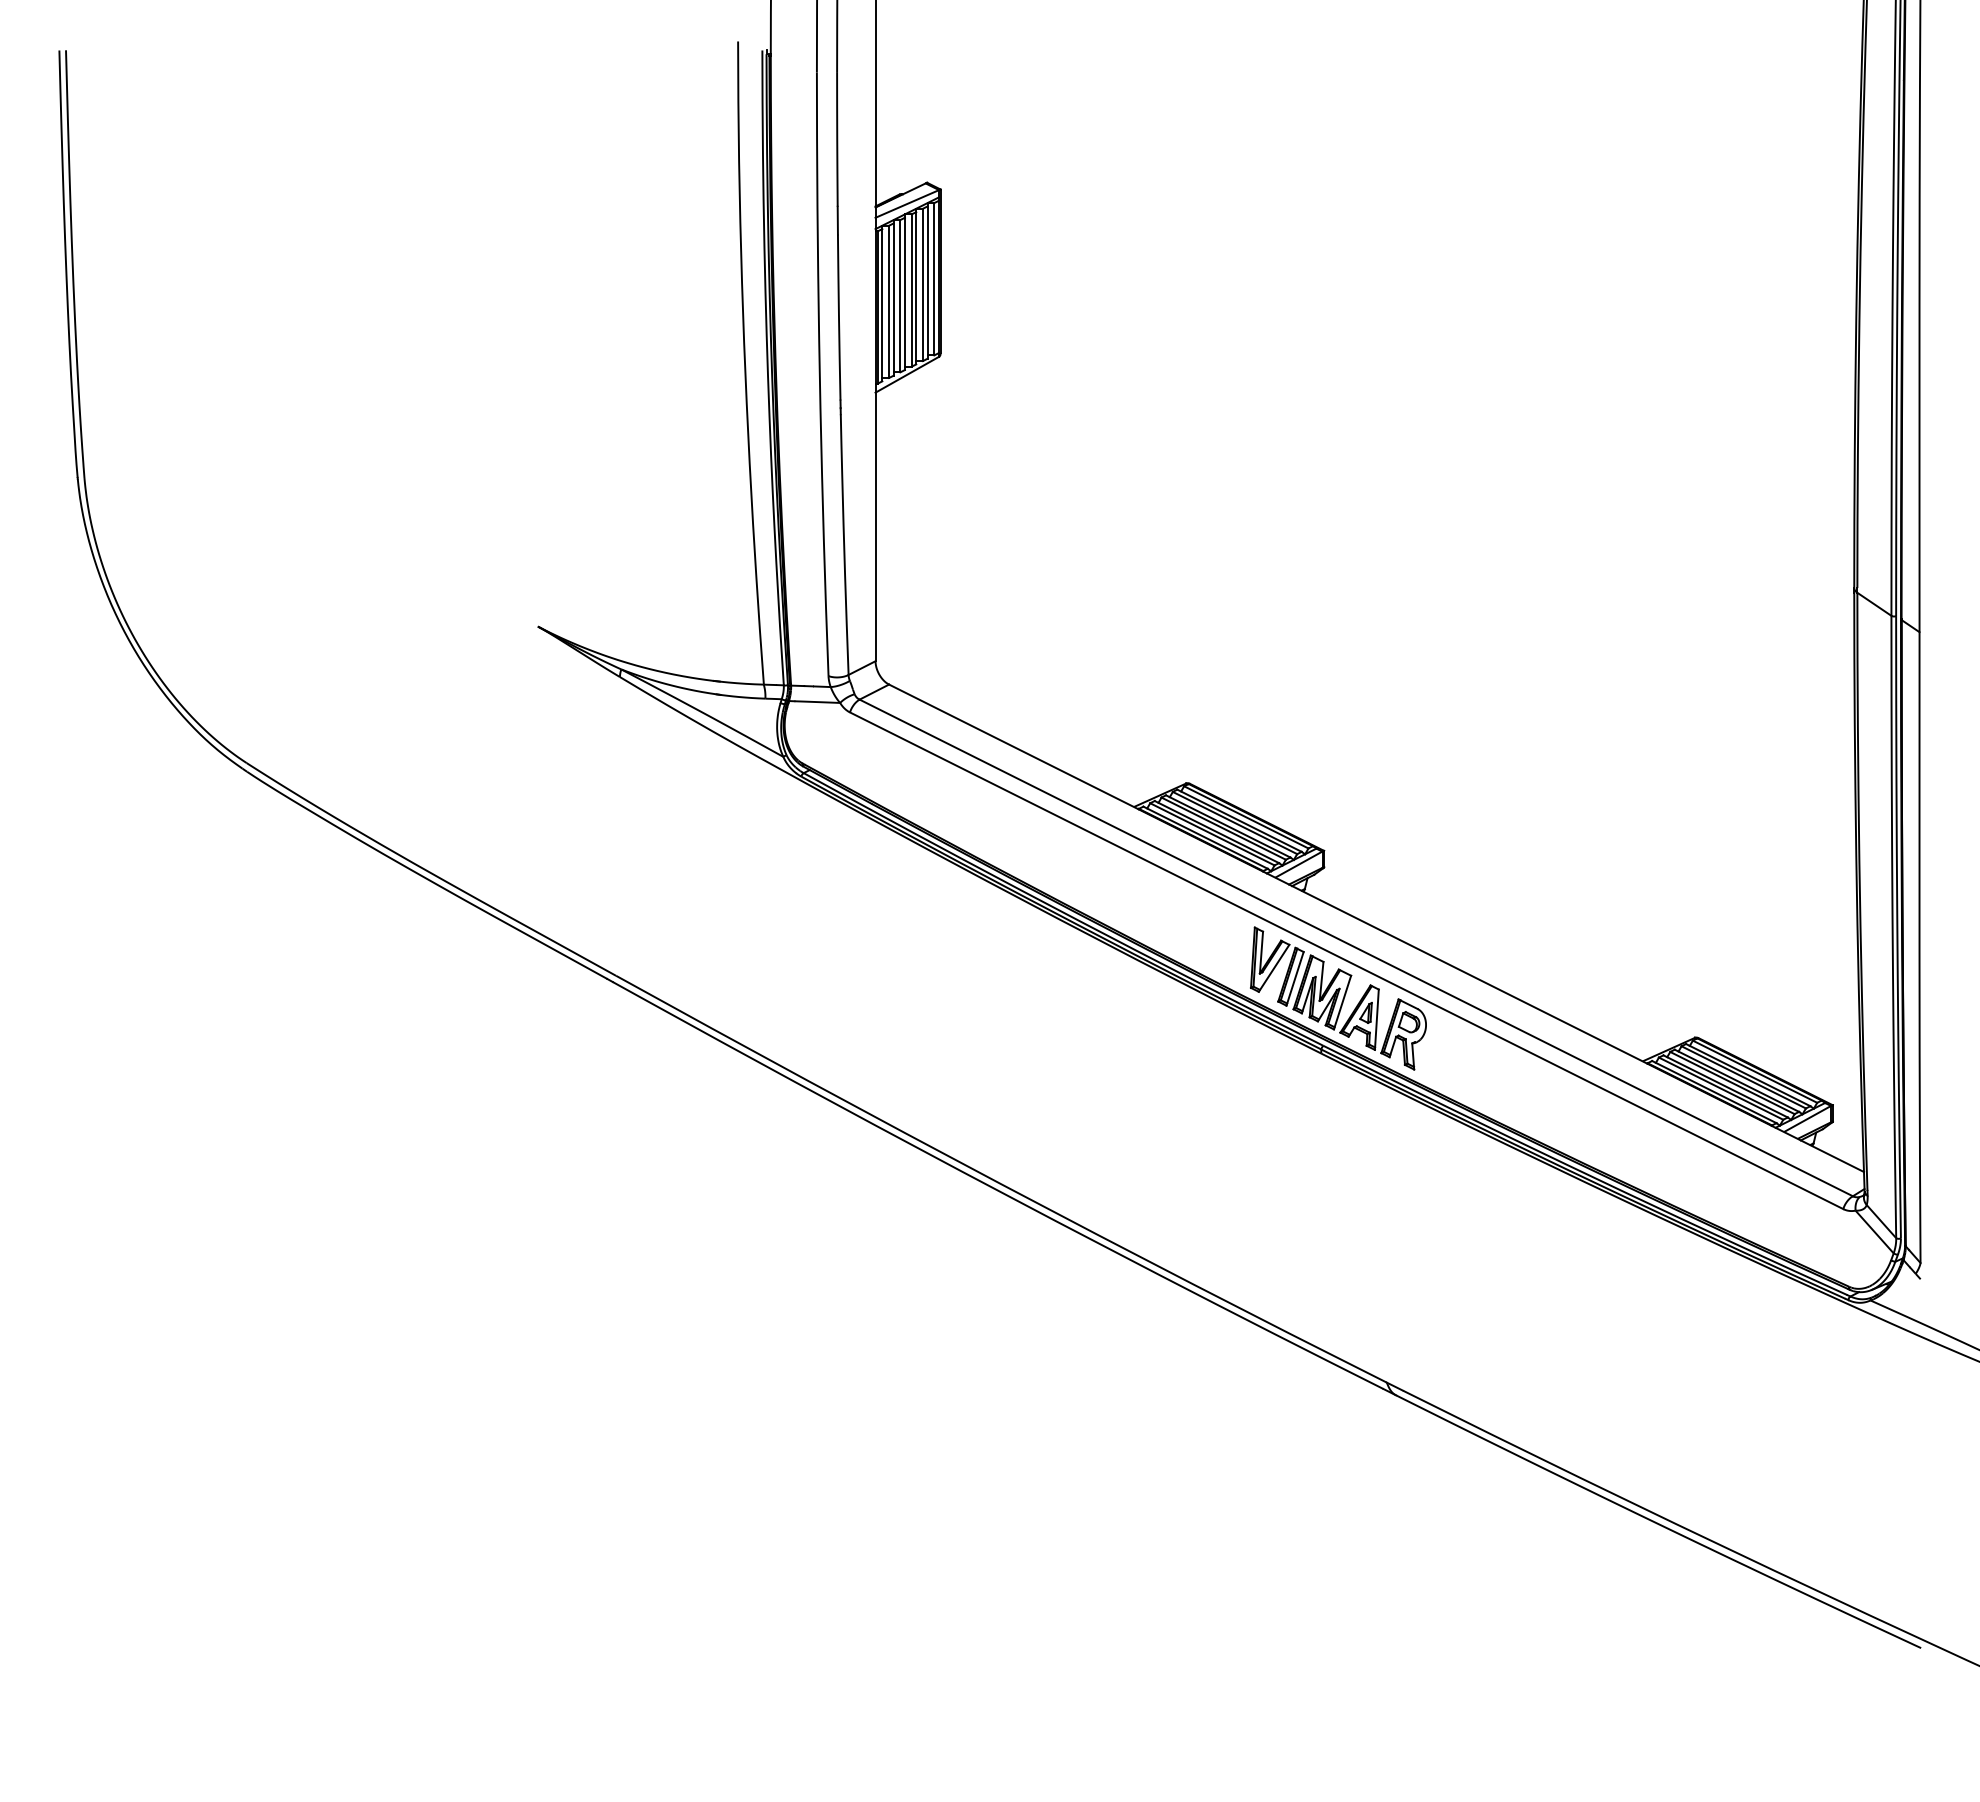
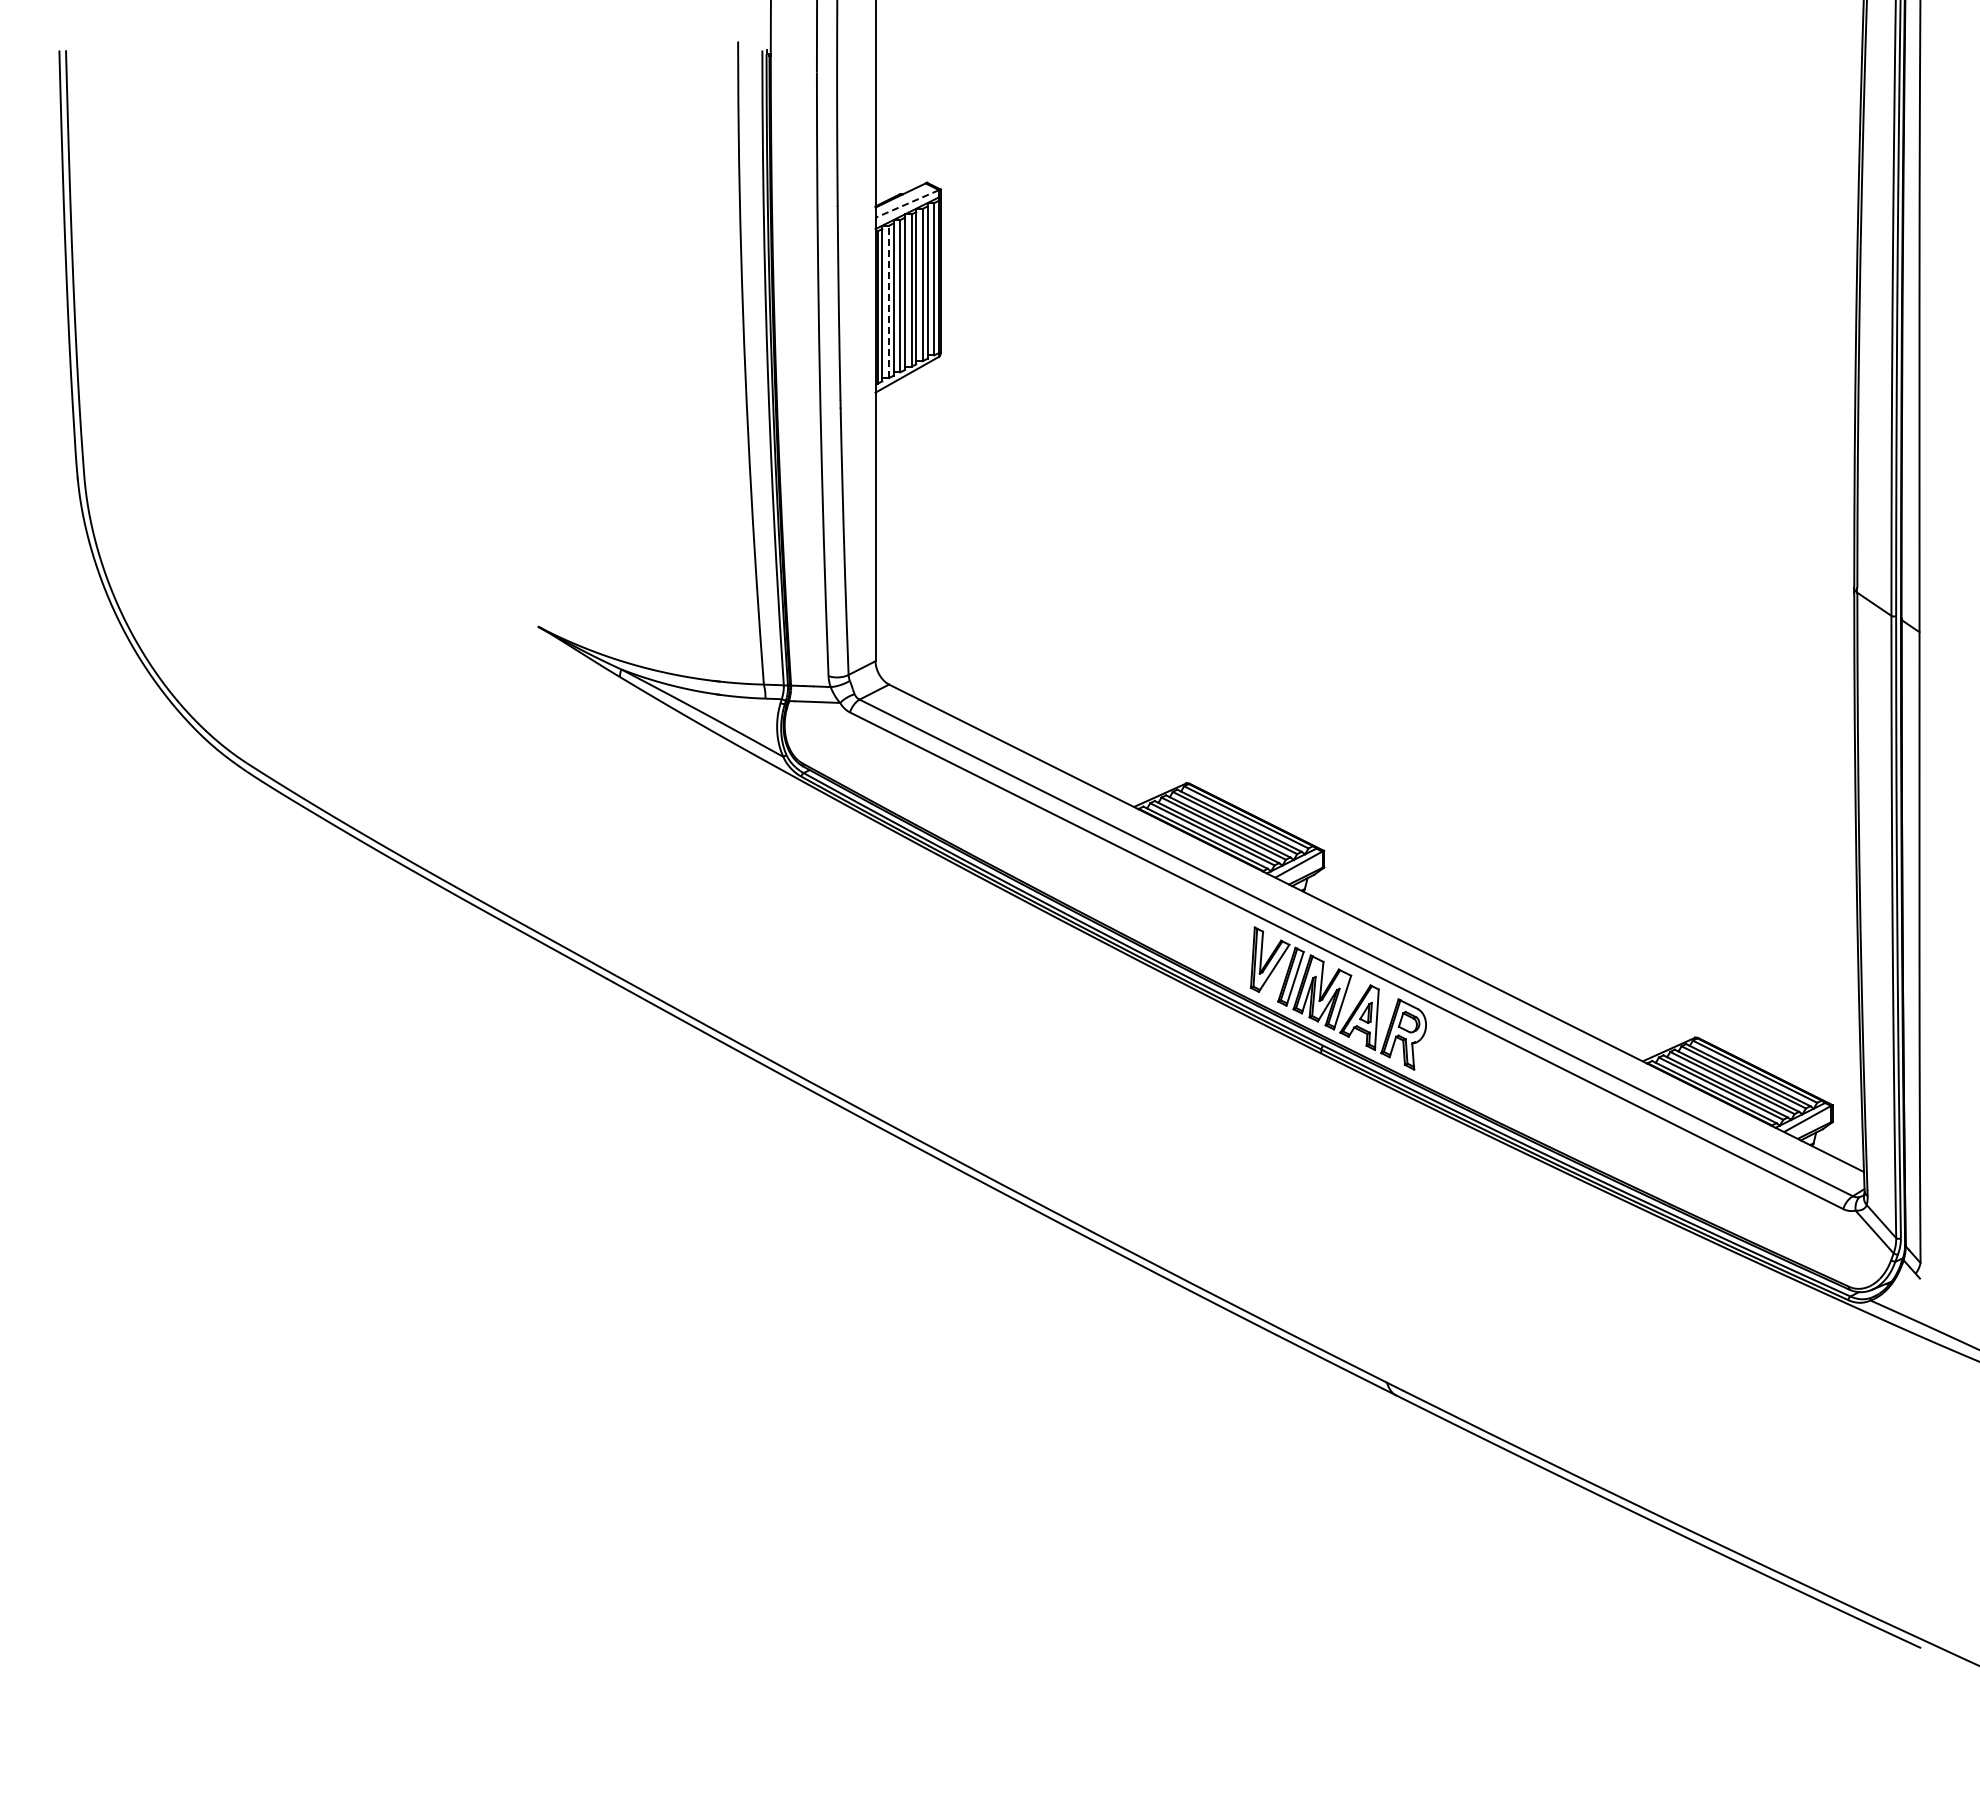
line at (907, 204): solid -> dashed
line at (889, 301): solid -> dashed
